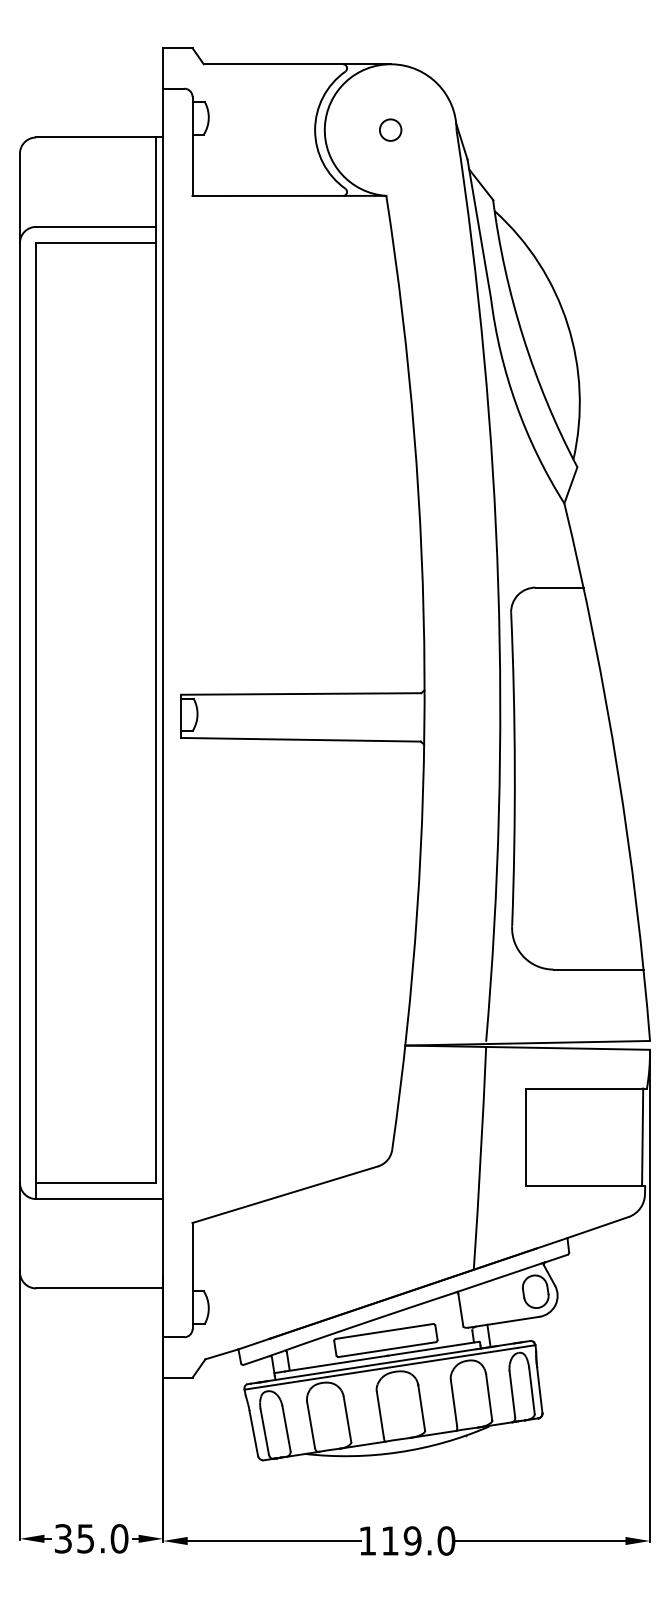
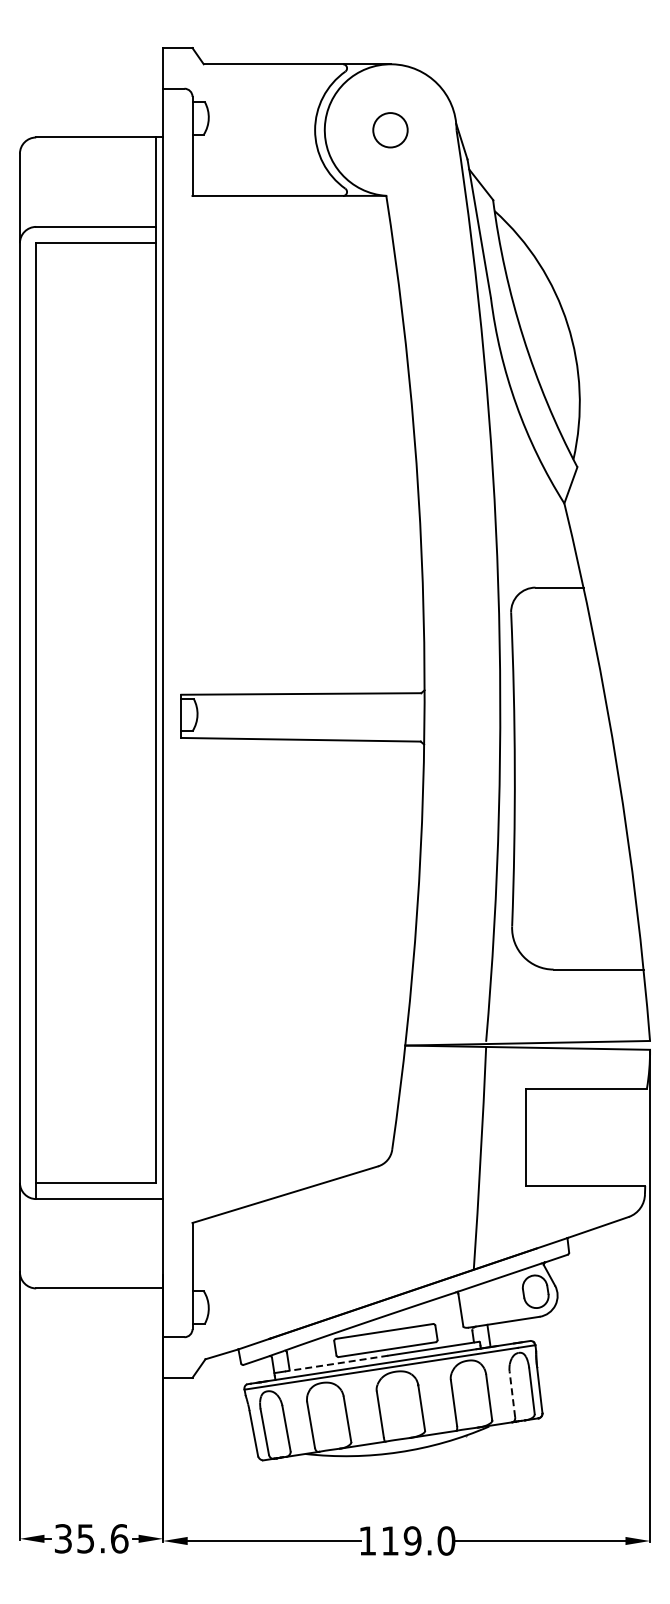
circle at (390, 129) size: 24x24 px -> 37x37 px
line at (642, 1137): present -> none
line at (336, 1363): solid -> dashed
line at (512, 1393): solid -> dashed
text at (119, 1538): 35.0 -> 35.6
